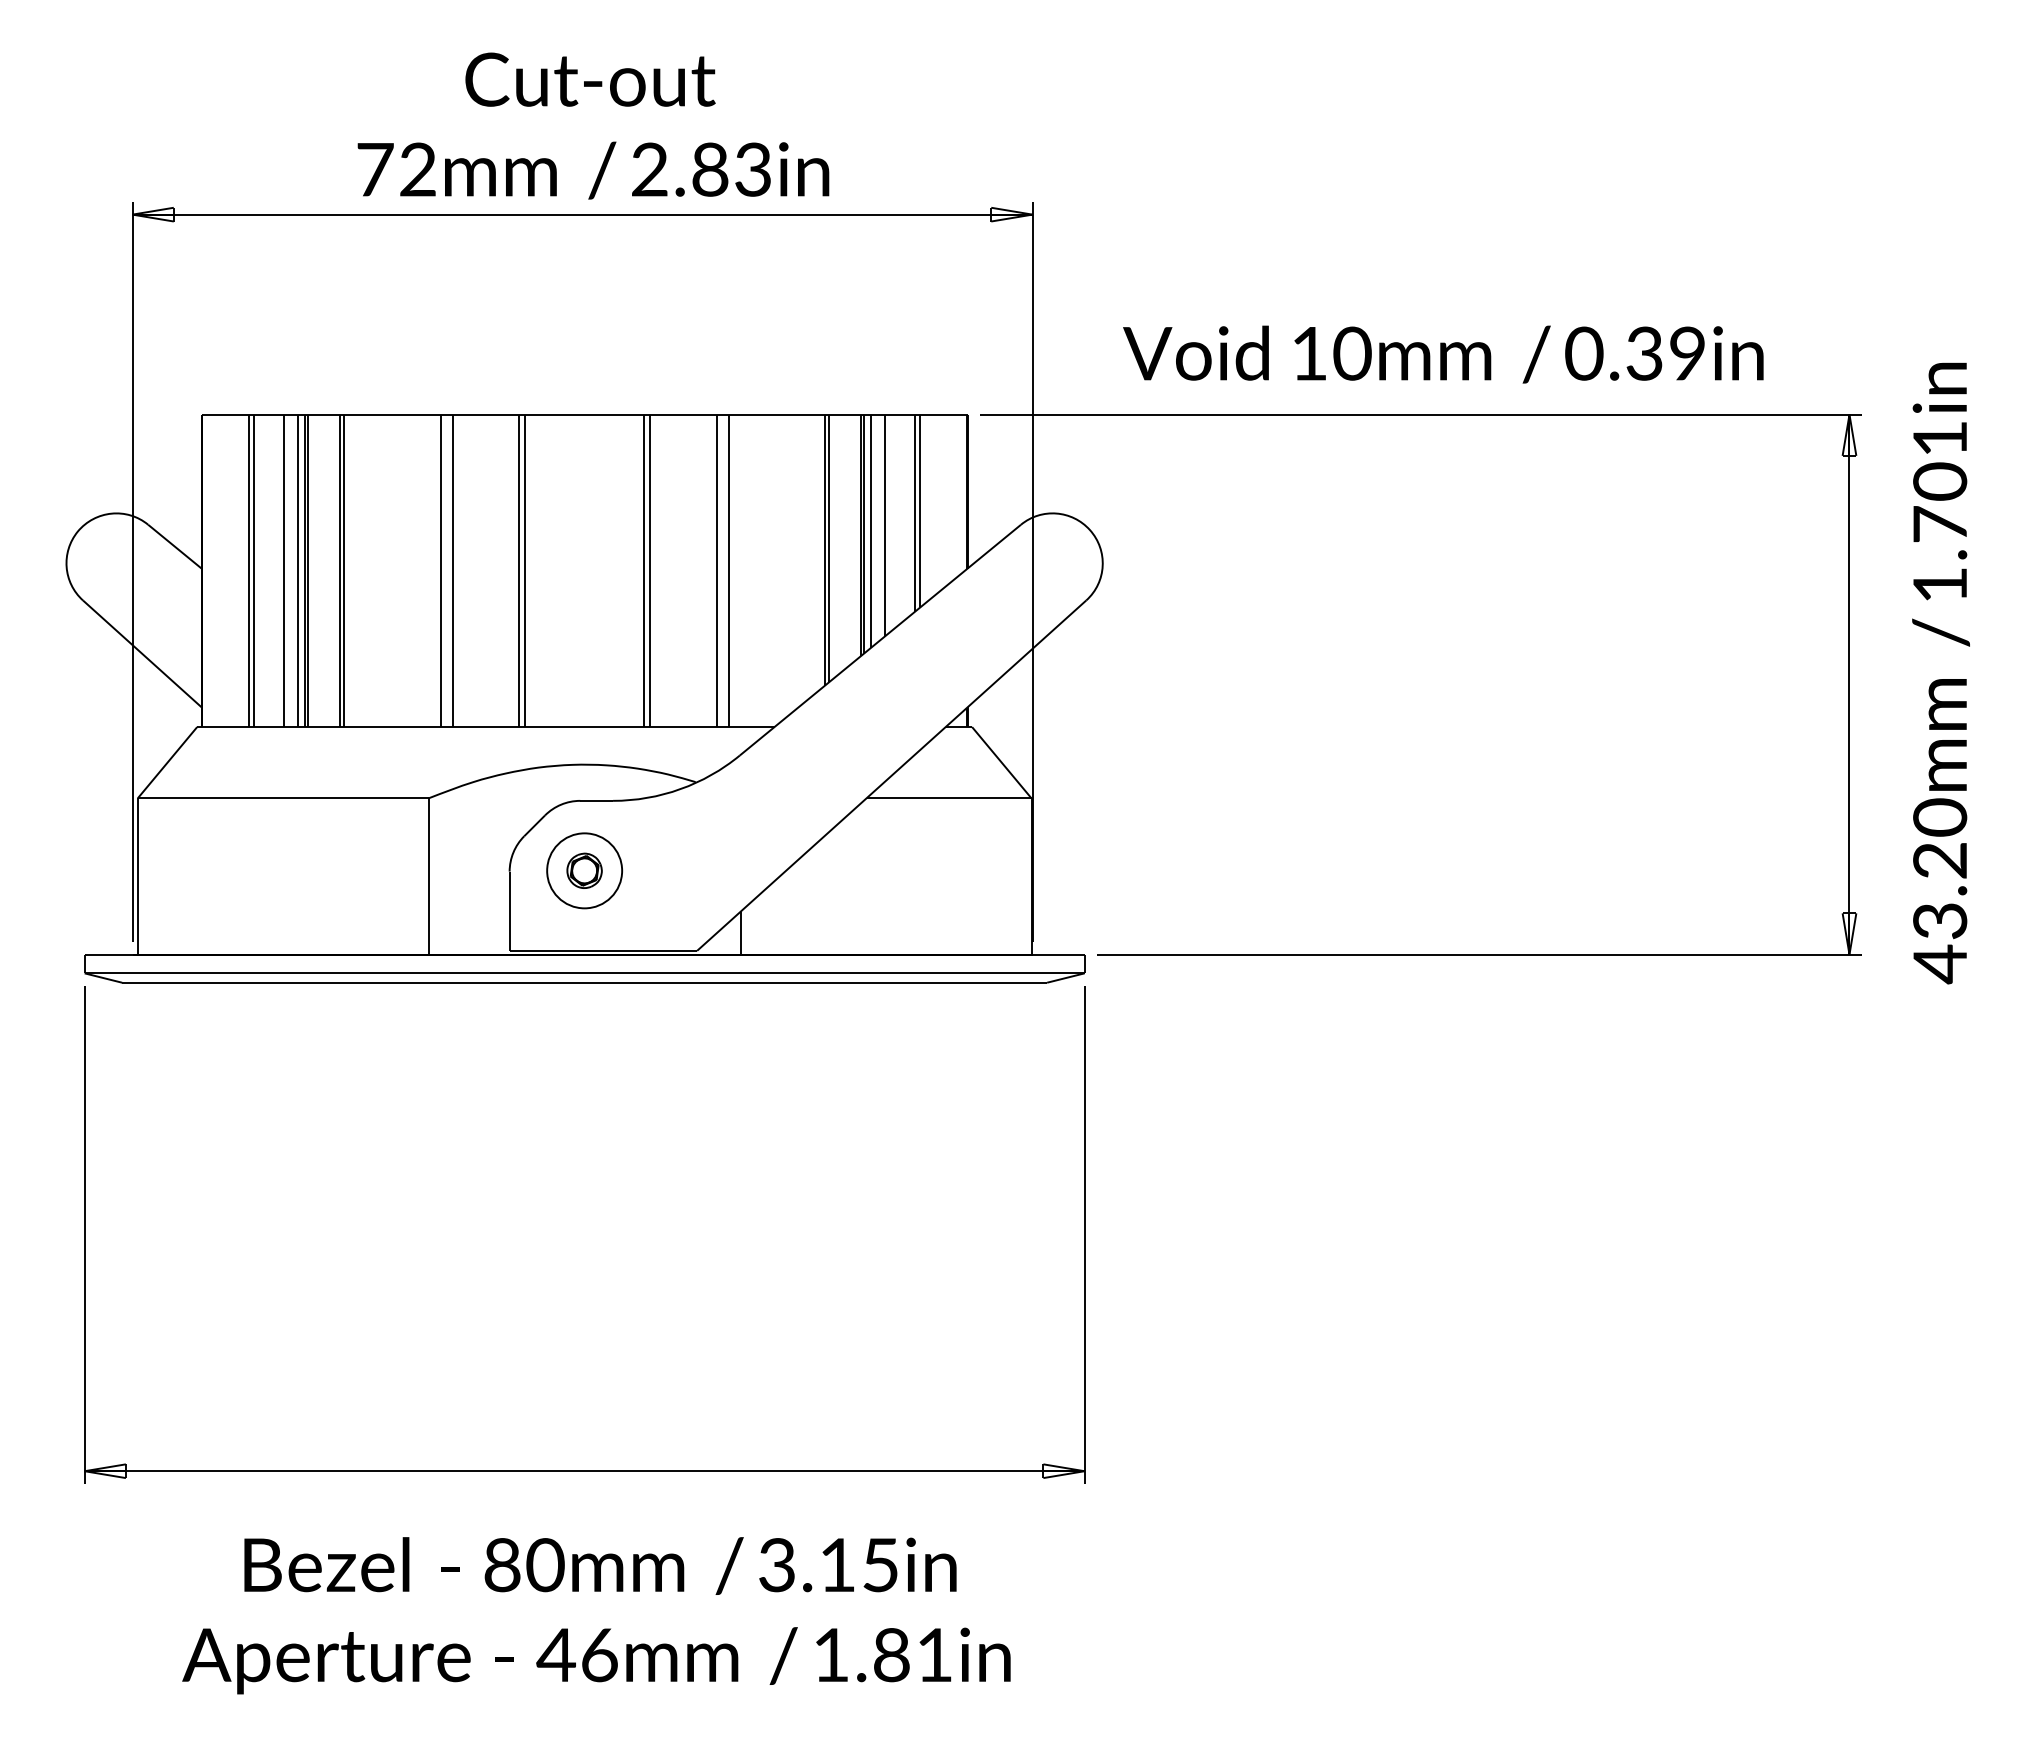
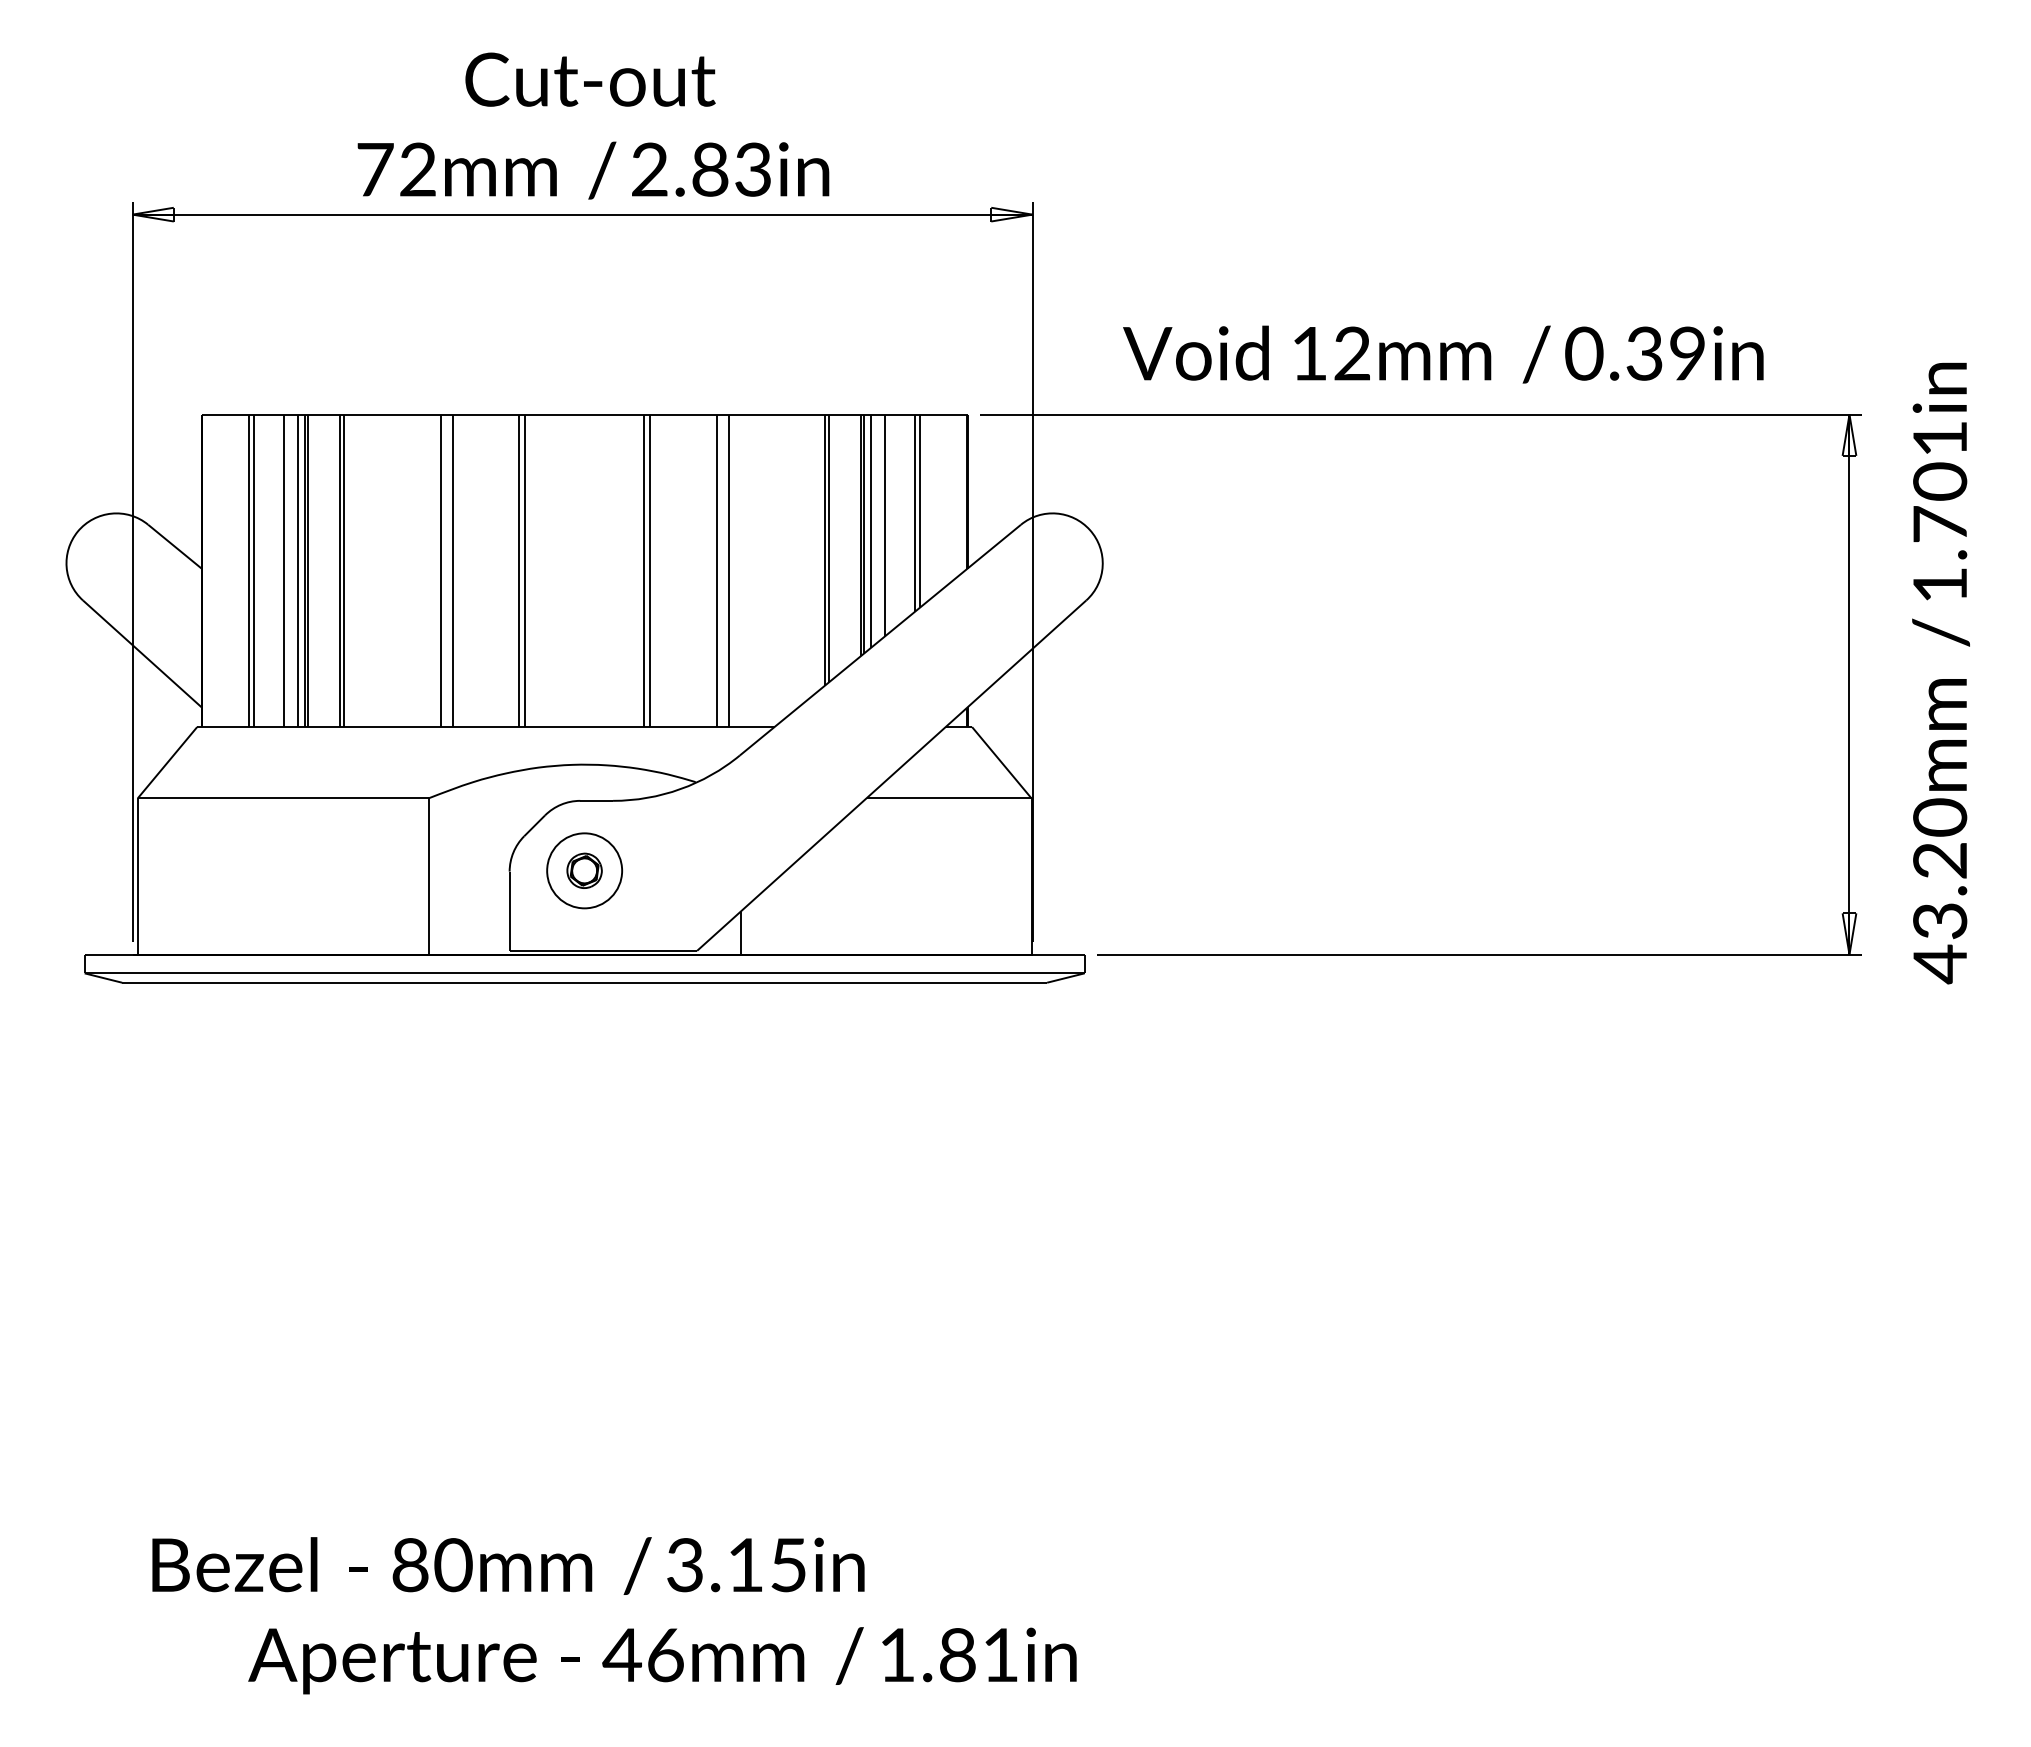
text at (1352, 353): 10mm -> 12mm
part at (584, 1470): present -> none
text at (600, 1565) position: (600, 1565) -> (508, 1565)
text at (596, 1660) position: (596, 1660) -> (662, 1660)
